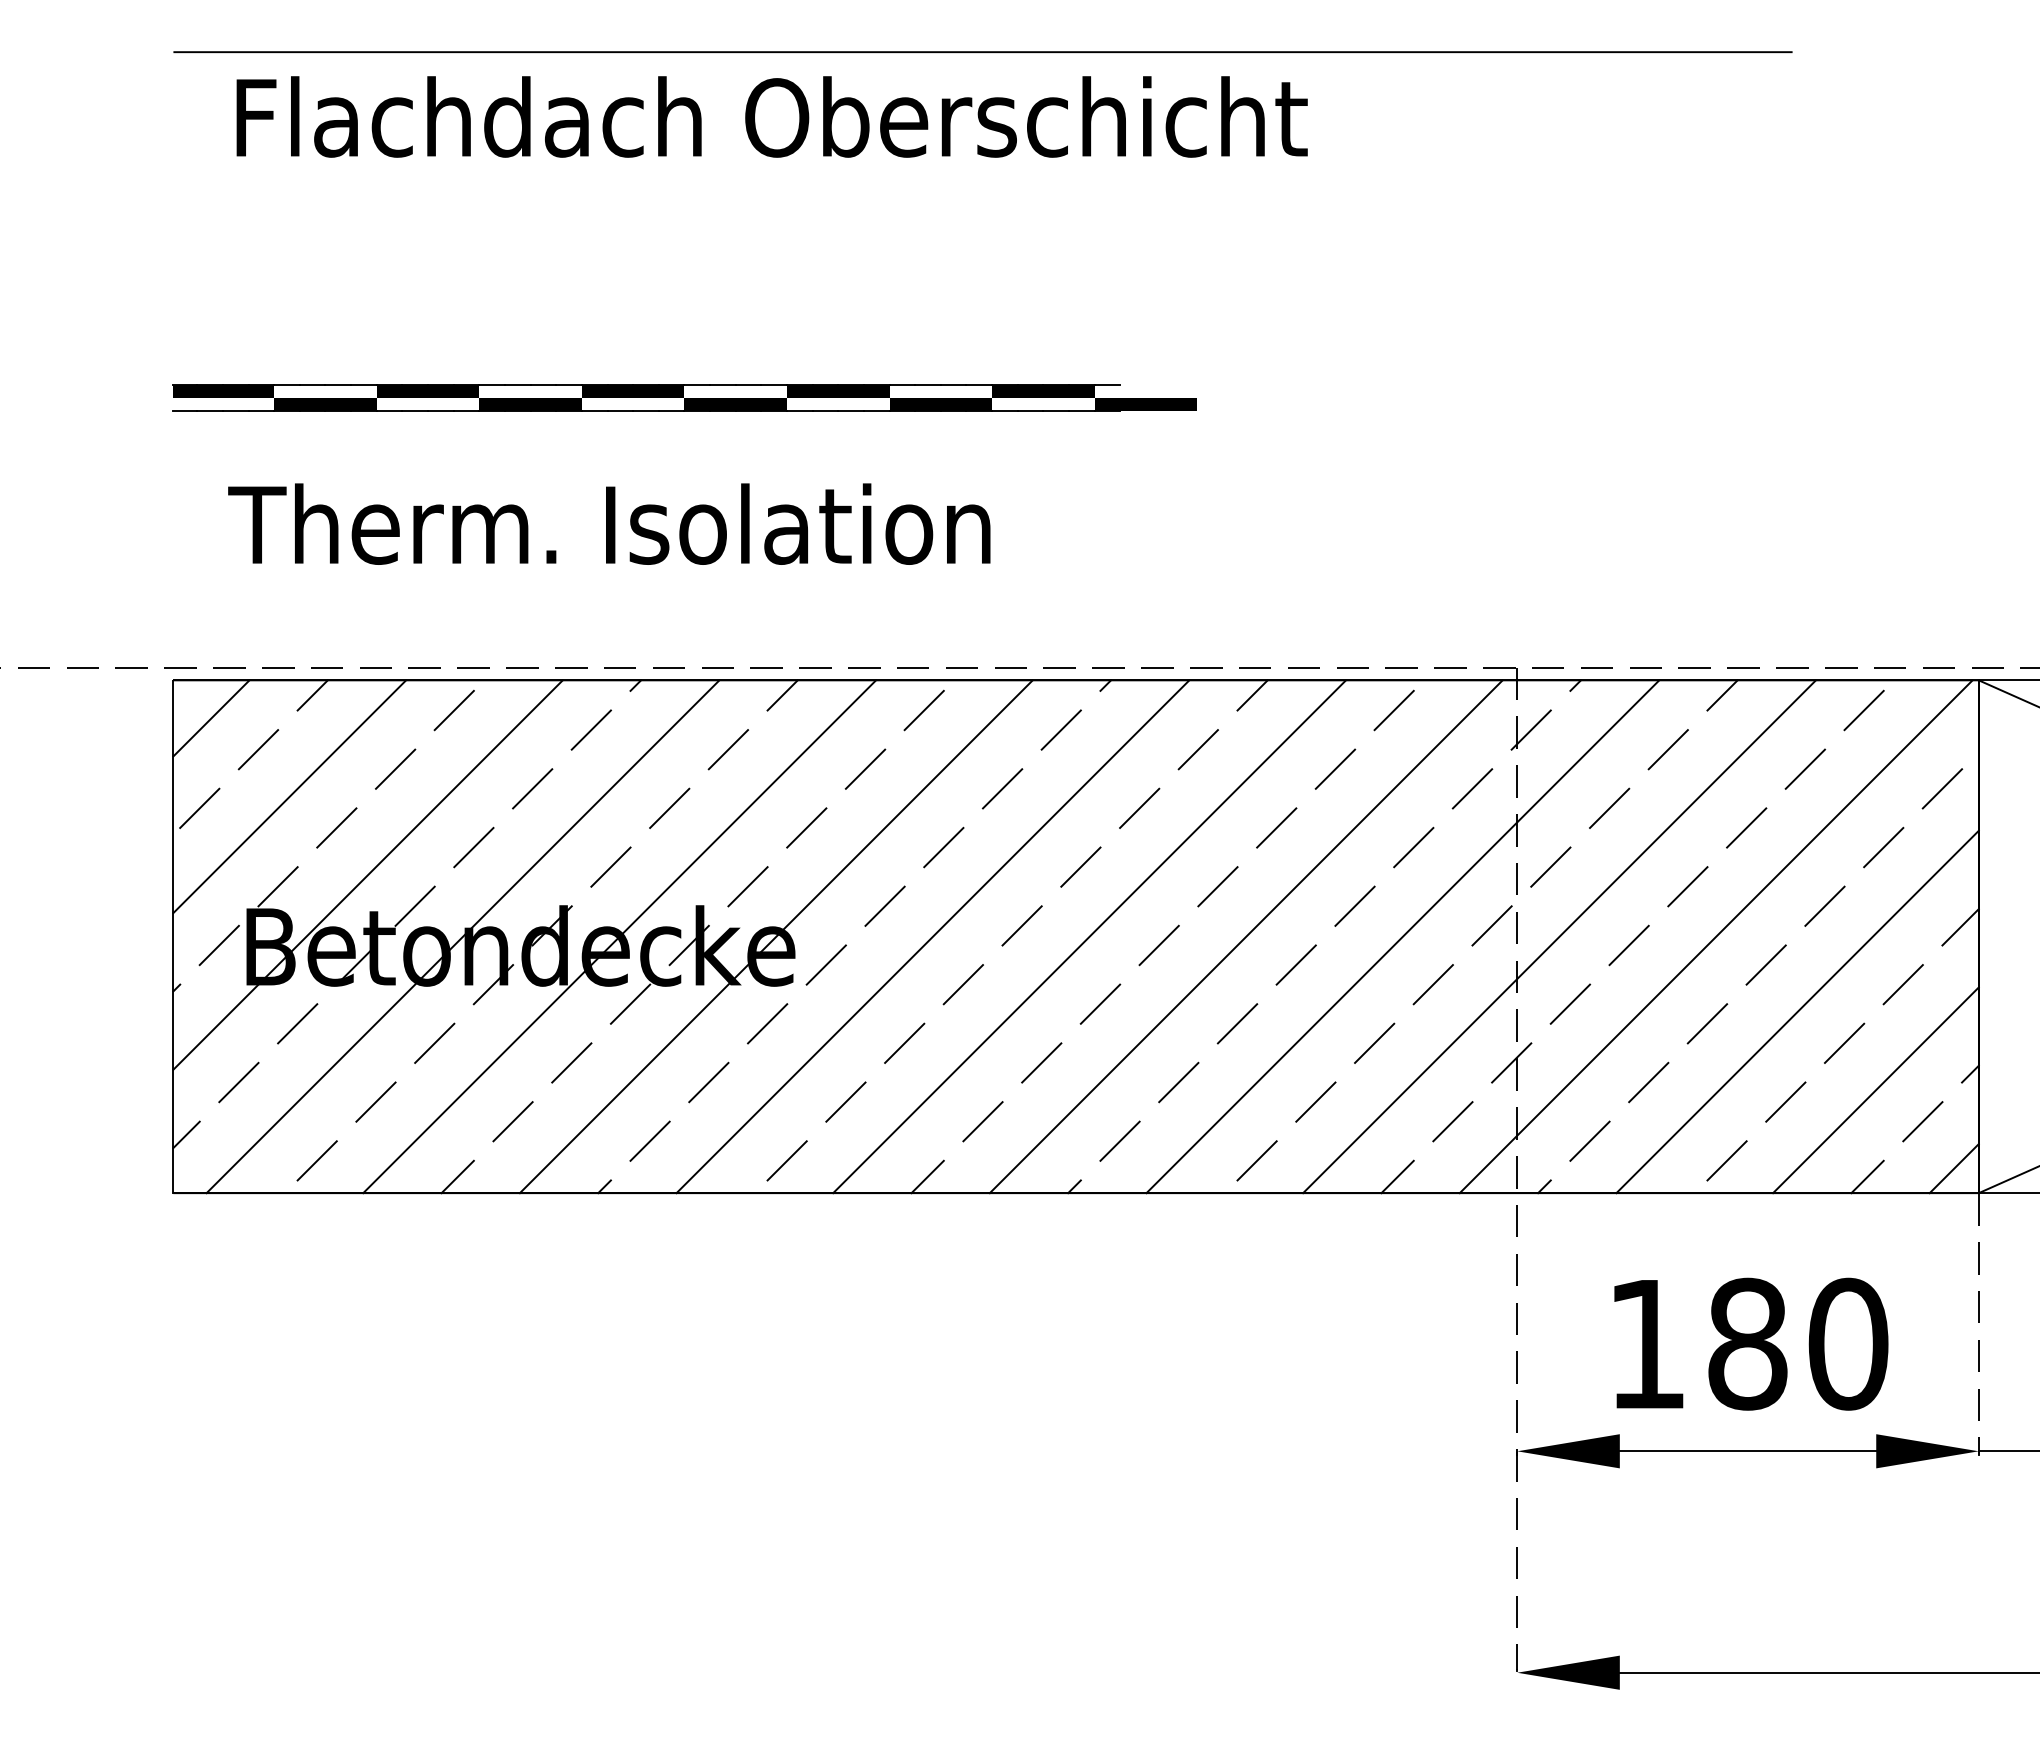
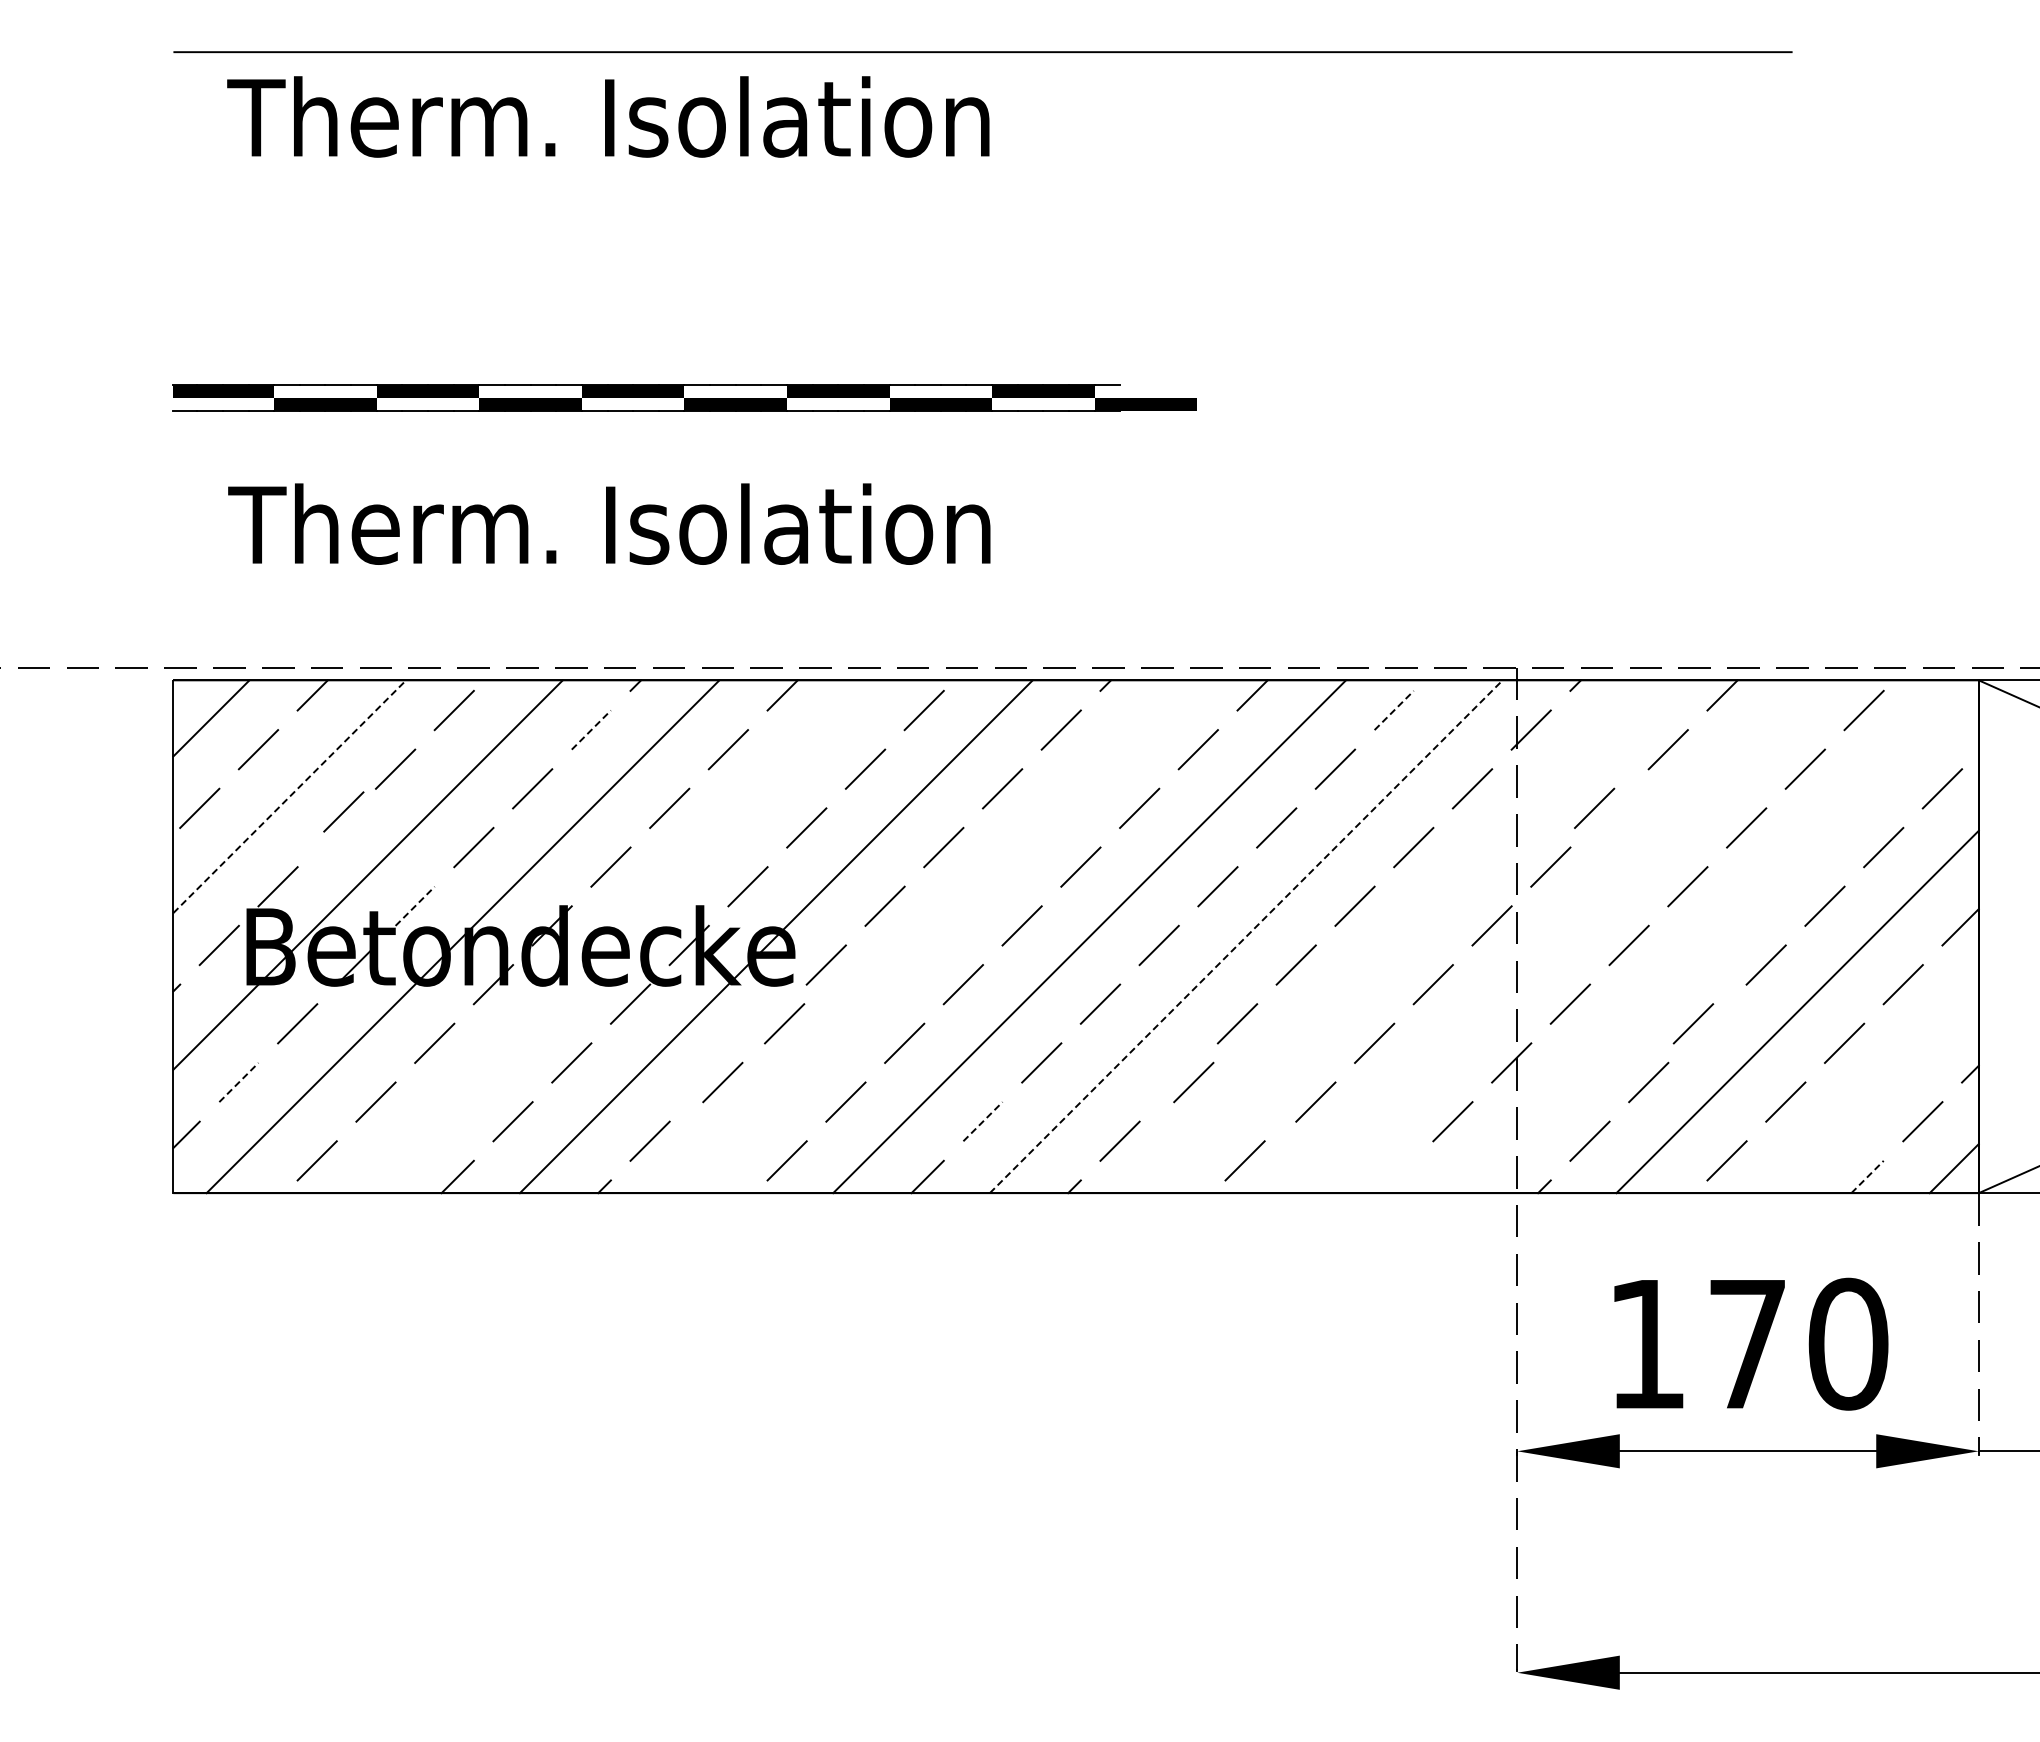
text at (767, 116): Flachdach Oberschicht -> Therm. Isolation
line at (1394, 710): solid -> dashed
line at (591, 730): solid -> dashed
line at (289, 796): solid -> dashed
line at (1609, 807) position: (1609, 807) -> (1594, 807)
line at (336, 827) position: (336, 827) -> (343, 811)
line at (415, 906): solid -> dashed
line at (619, 936): present -> none
line at (932, 936): present -> none
line at (1246, 936): solid -> dashed
line at (1402, 936): present -> none
line at (1559, 936): present -> none
line at (1715, 936): present -> none
line at (767, 1023) position: (767, 1023) -> (784, 1023)
line at (1707, 1023) position: (1707, 1023) -> (1693, 1023)
line at (238, 1082): solid -> dashed
line at (708, 1082) position: (708, 1082) -> (722, 1082)
line at (1178, 1082) position: (1178, 1082) -> (1193, 1082)
line at (1875, 1090): present -> none
line at (982, 1121): solid -> dashed
line at (1256, 1160) position: (1256, 1160) -> (1244, 1160)
line at (1397, 1176): present -> none
line at (1867, 1177): solid -> dashed
text at (1747, 1343): 180 -> 170
